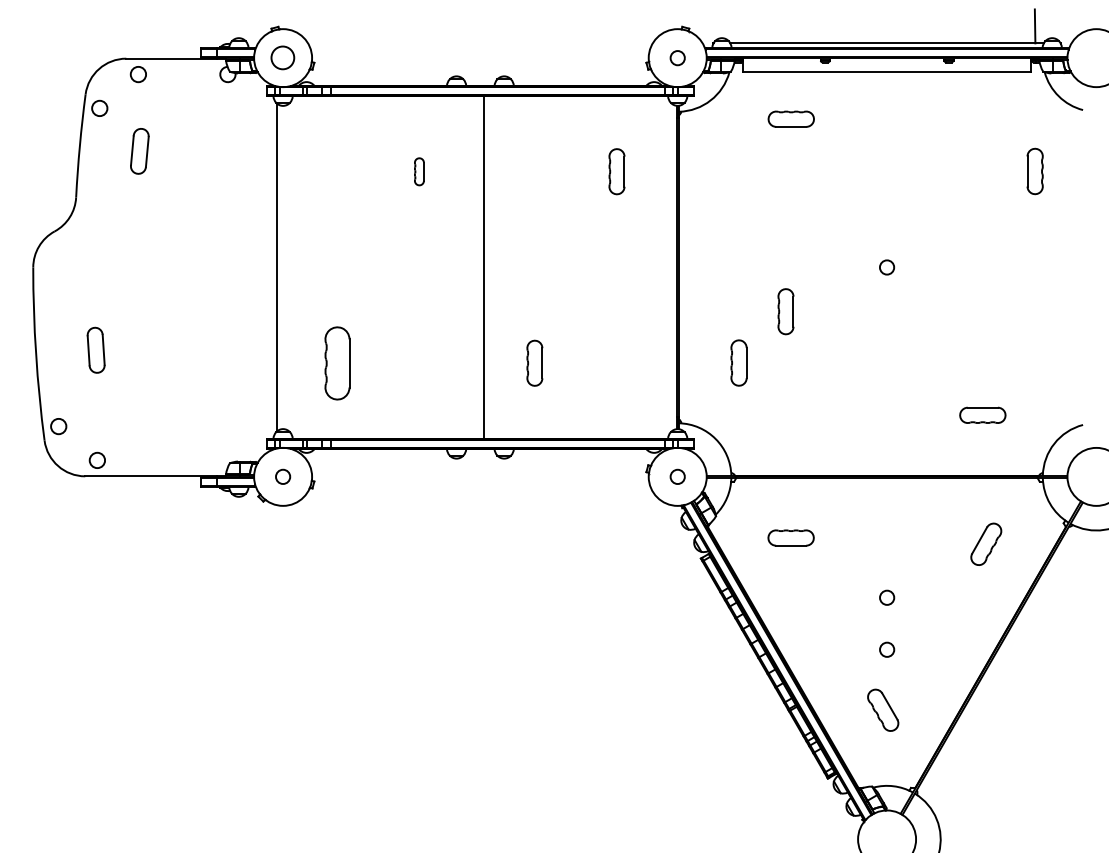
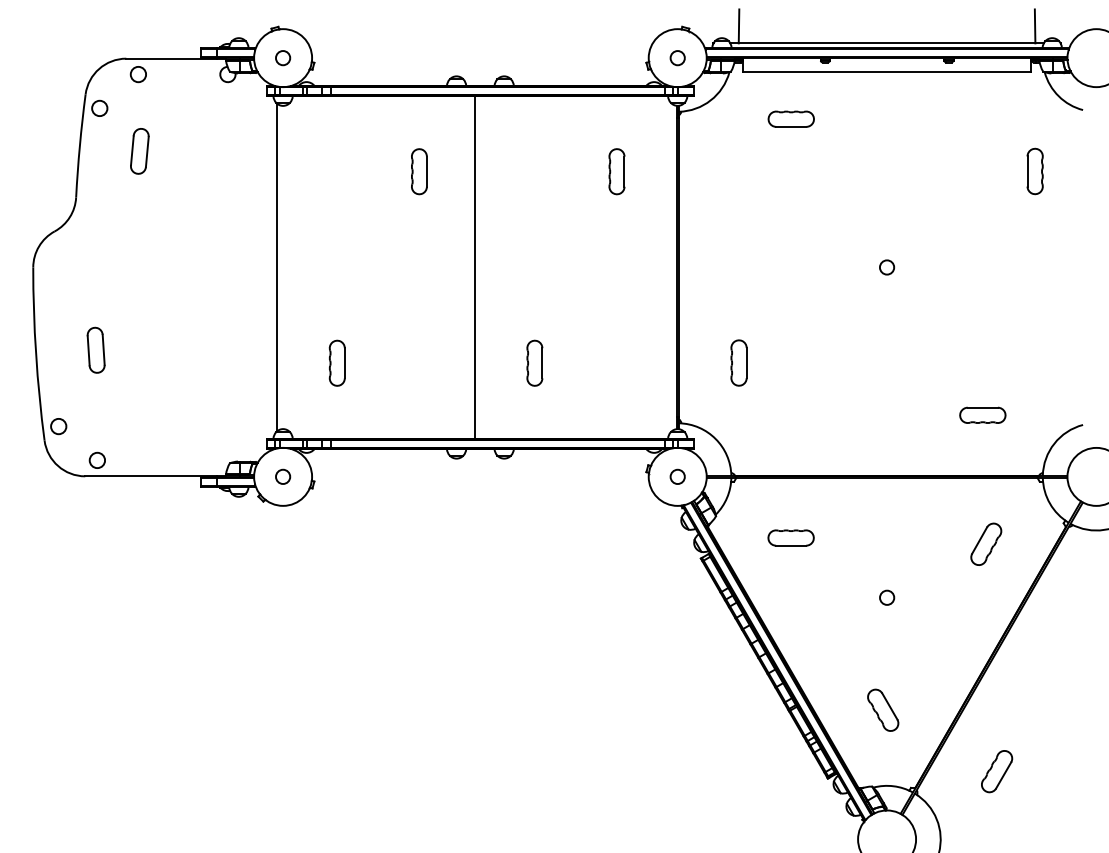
line at (738, 26): none -> present
circle at (282, 57) size: 26x26 px -> 17x17 px
part at (419, 171) size: 11x30 px -> 17x48 px
line at (483, 267) position: (483, 267) -> (474, 267)
part at (785, 311): present -> none
part at (337, 363) size: 27x75 px -> 18x48 px
circle at (887, 649): present -> none
part at (997, 771): none -> present
